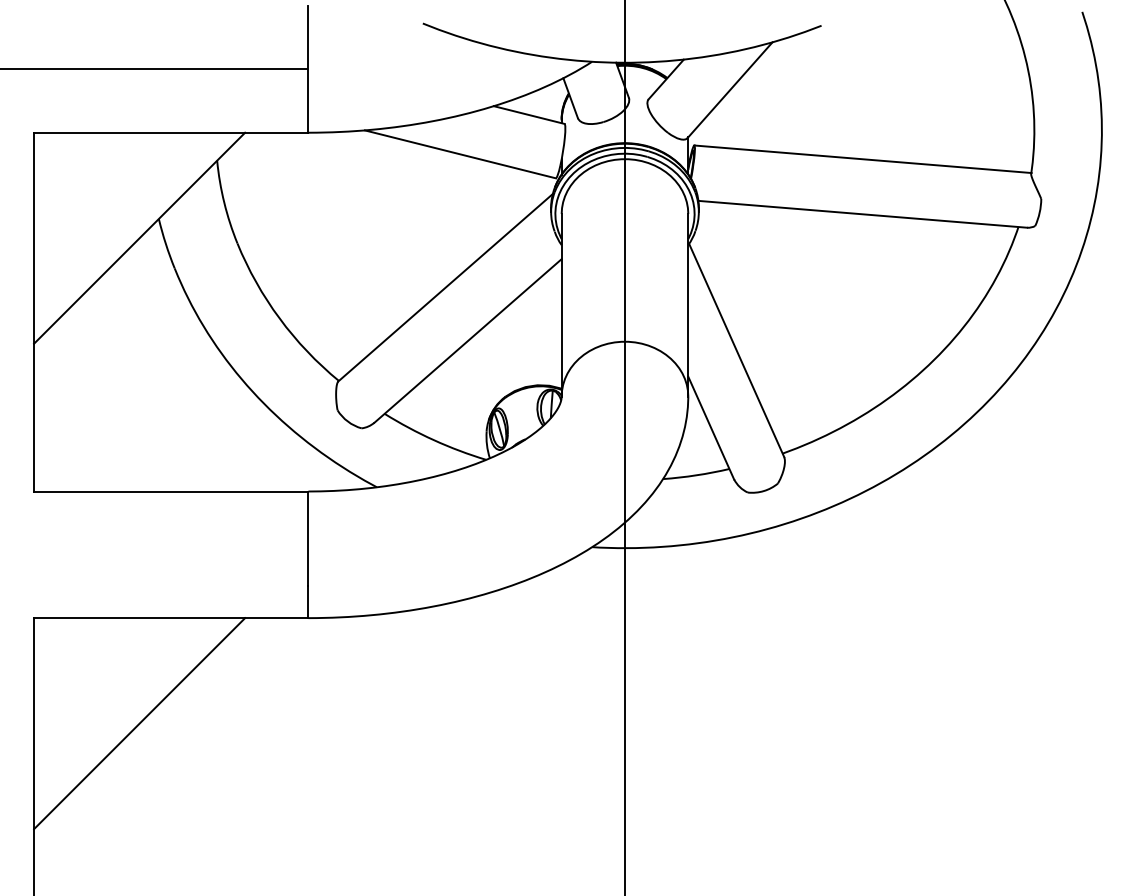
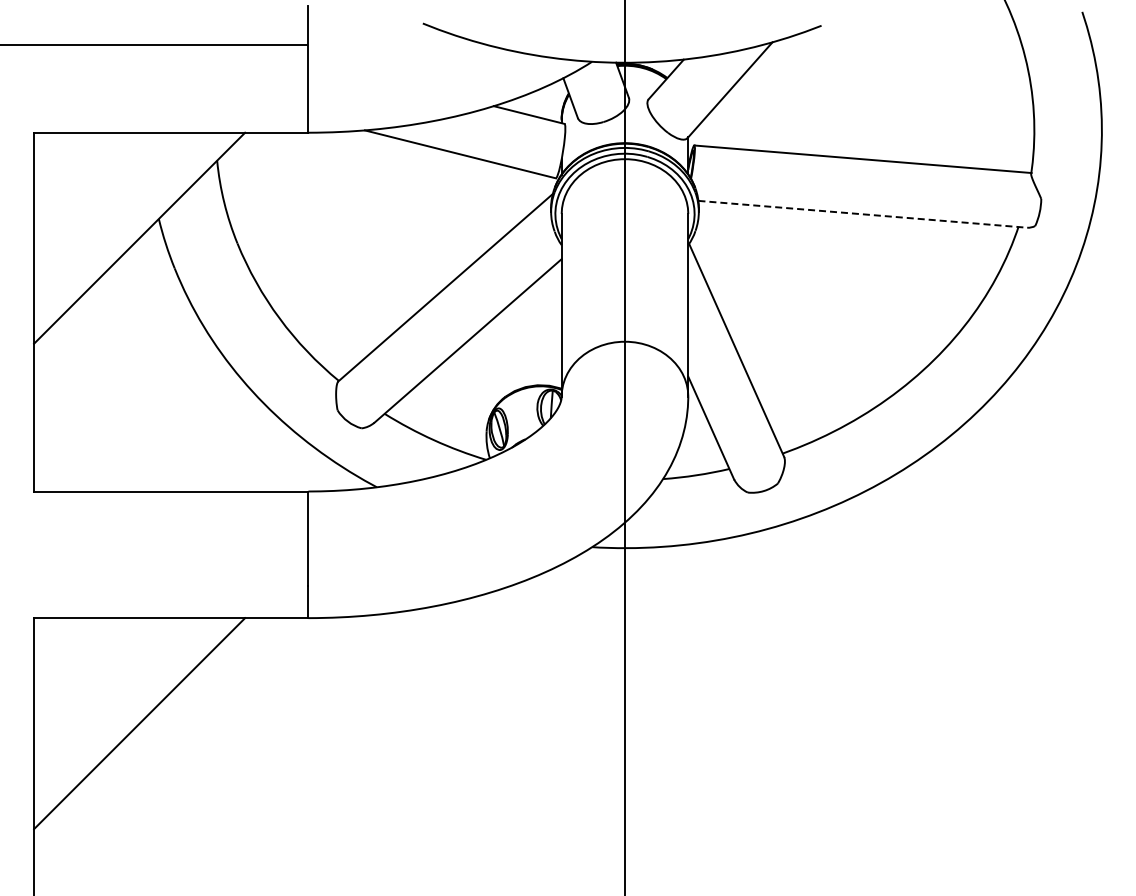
line at (155, 69) position: (155, 69) -> (155, 45)
line at (862, 214): solid -> dashed
